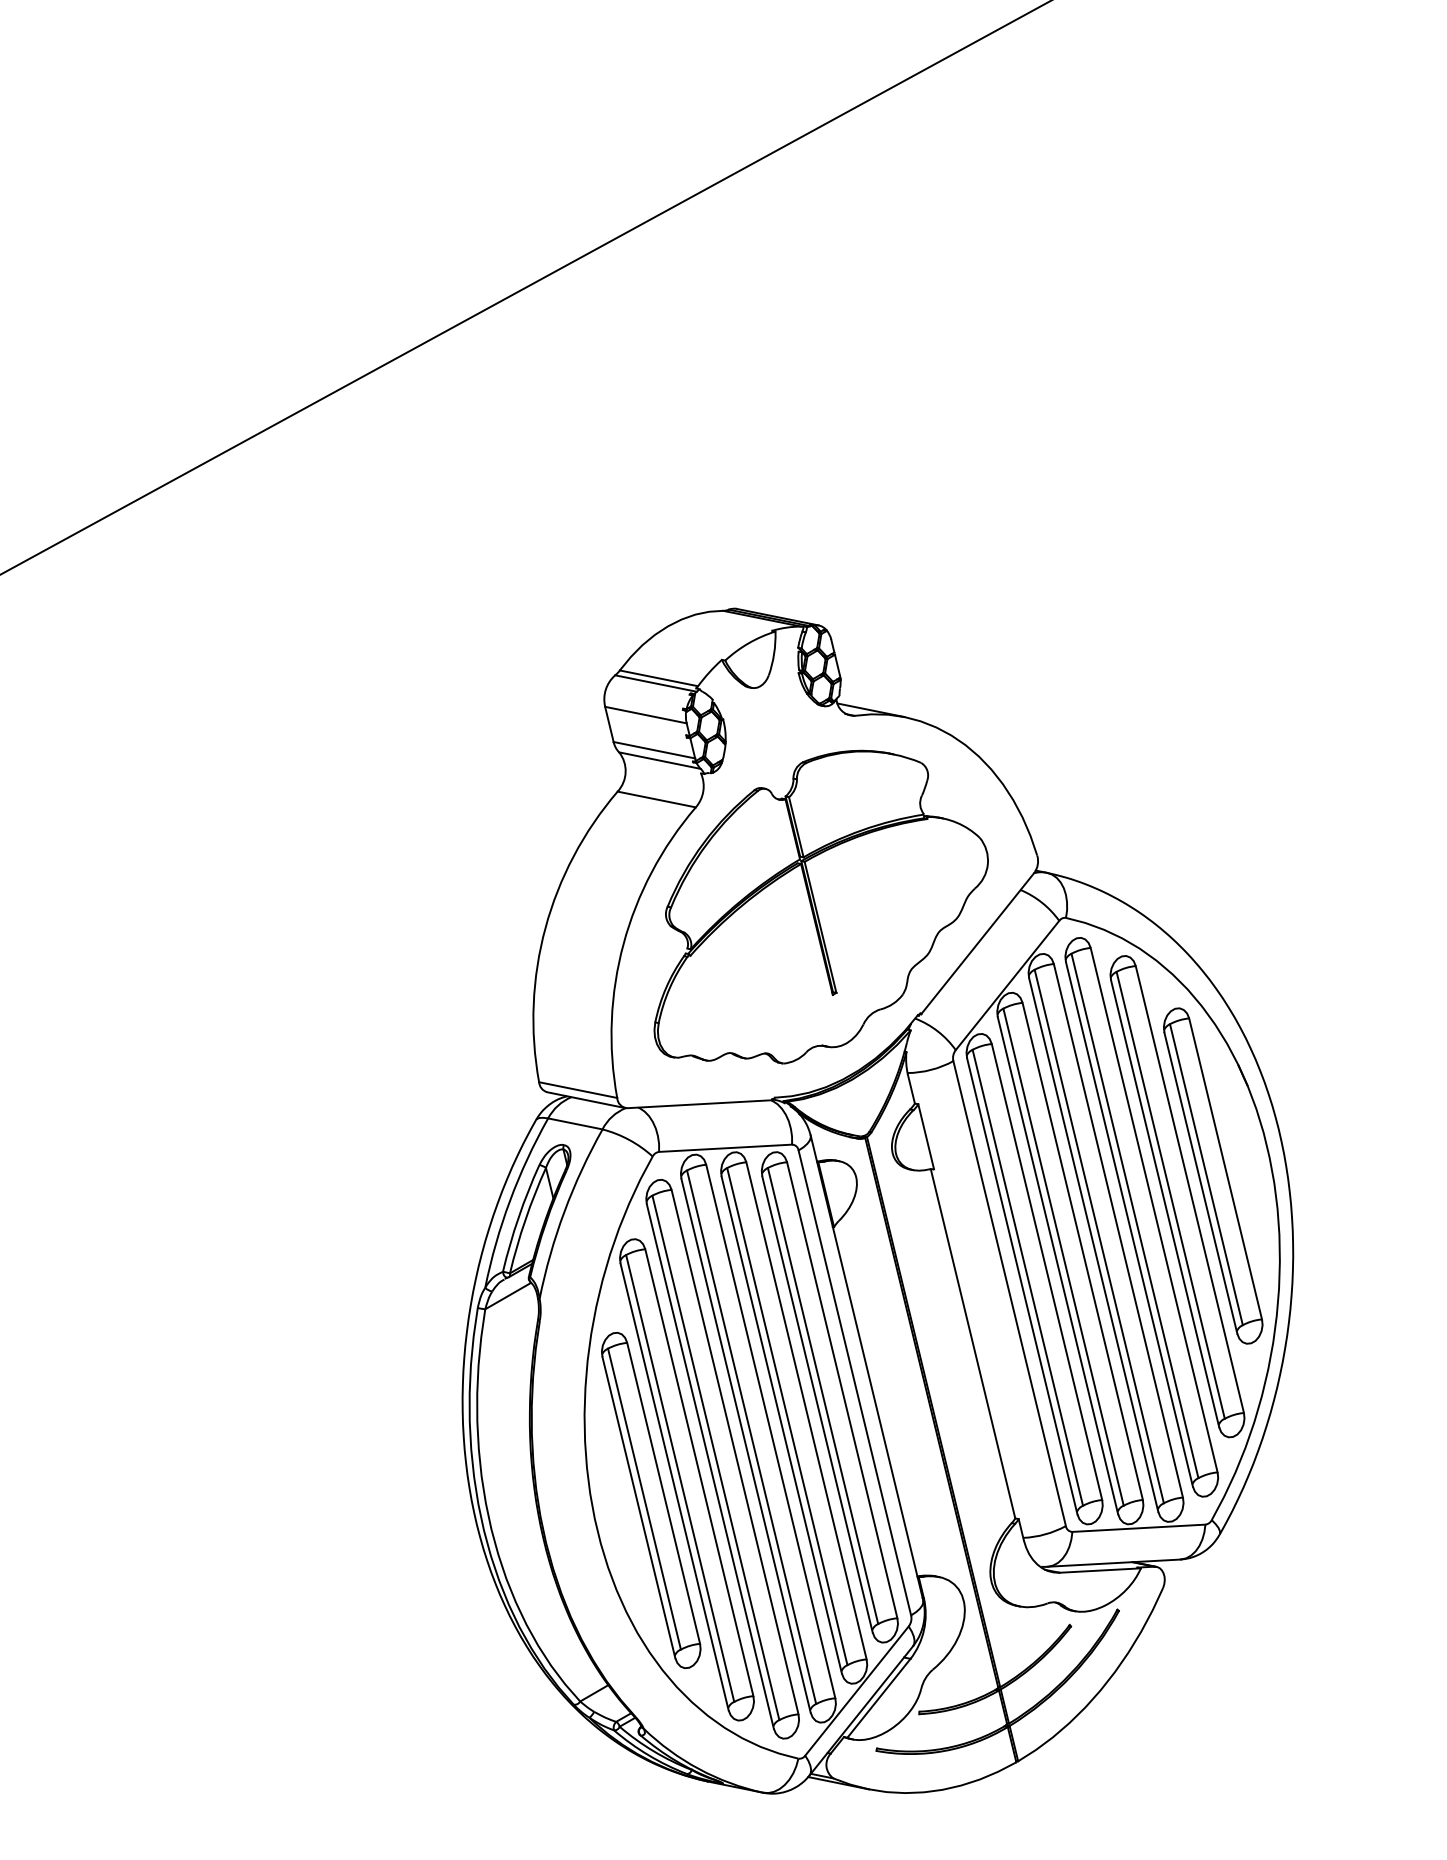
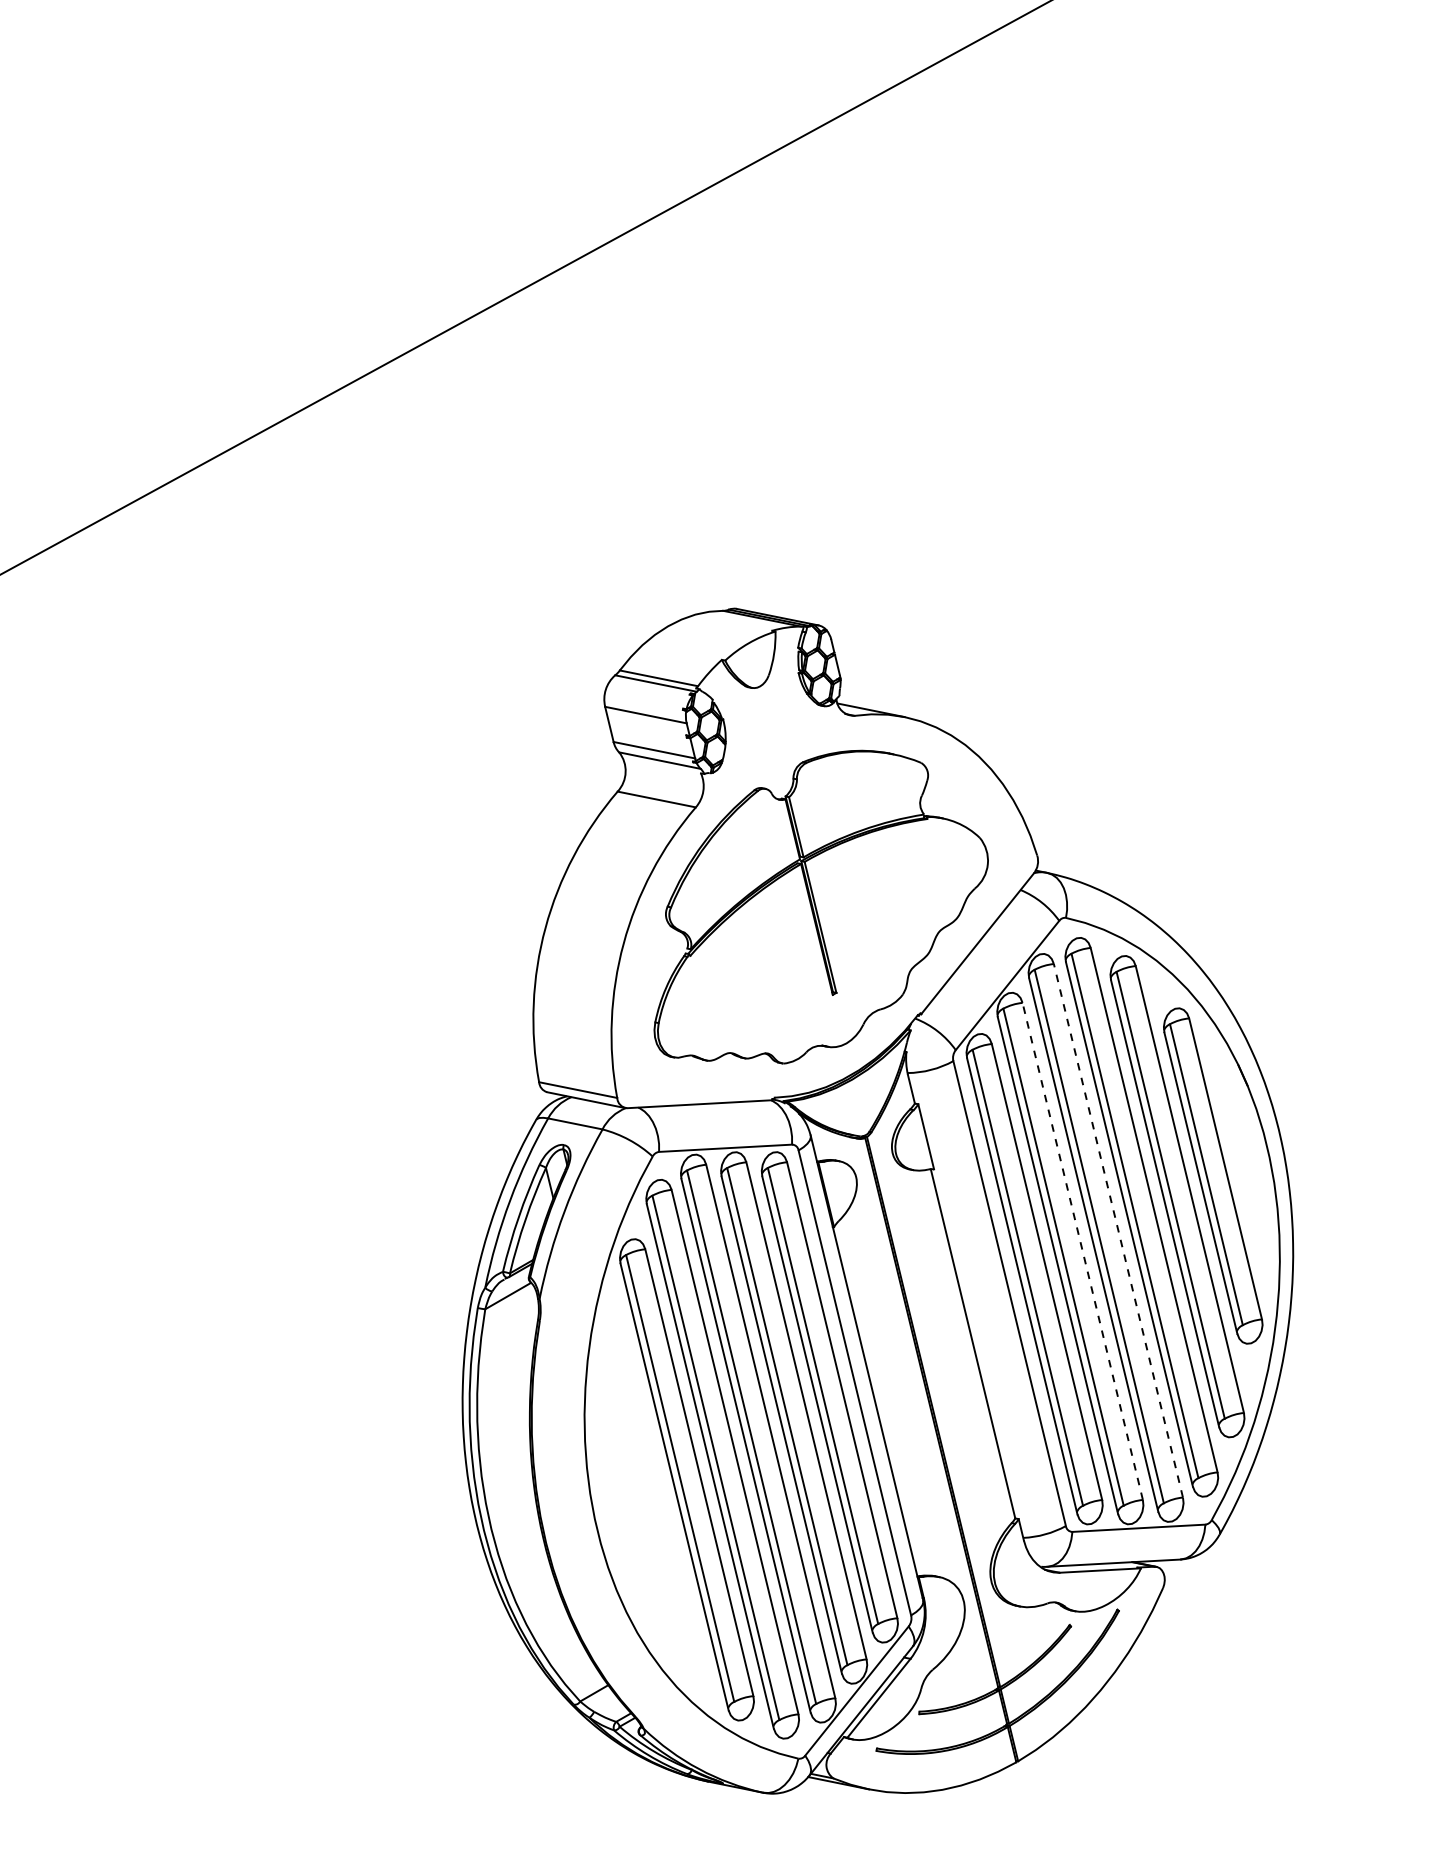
line at (1118, 1230): solid -> dashed
line at (1082, 1251): solid -> dashed
part at (651, 1500): present -> none
